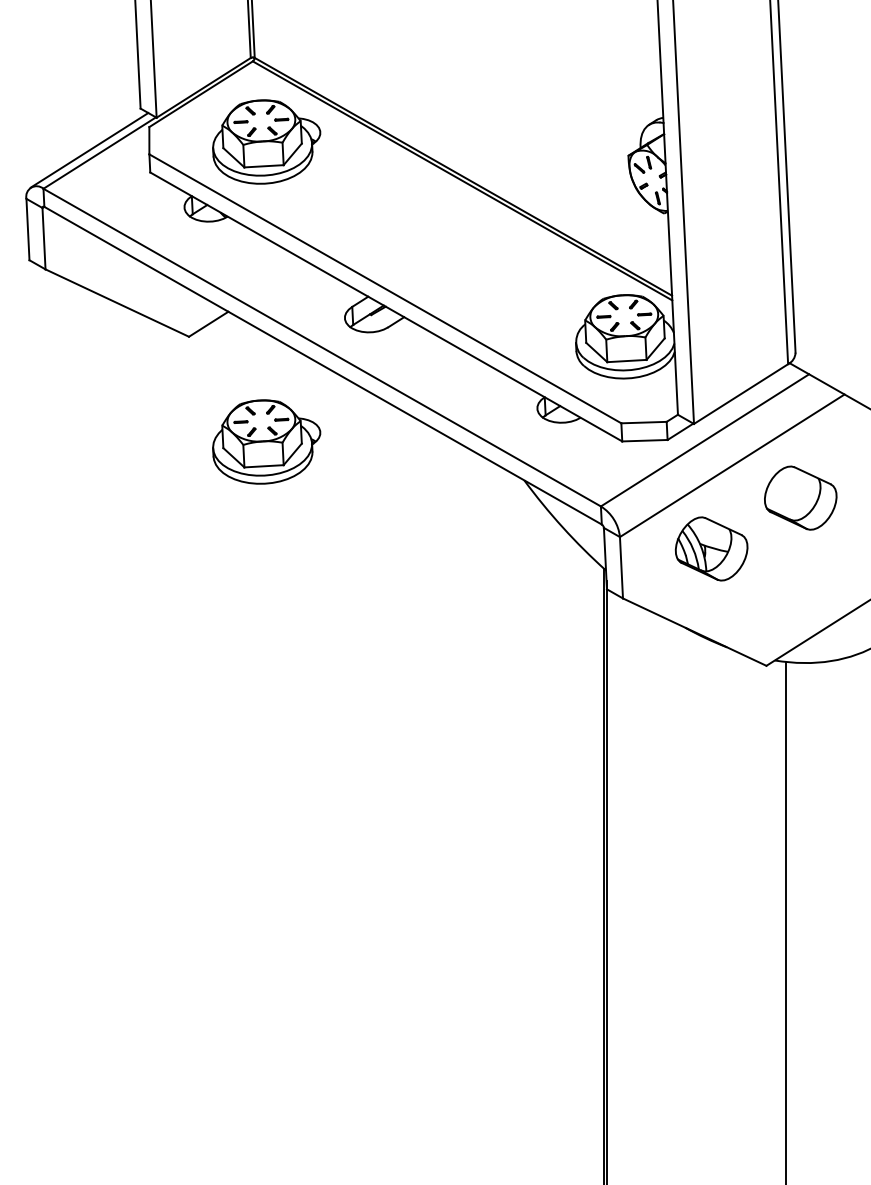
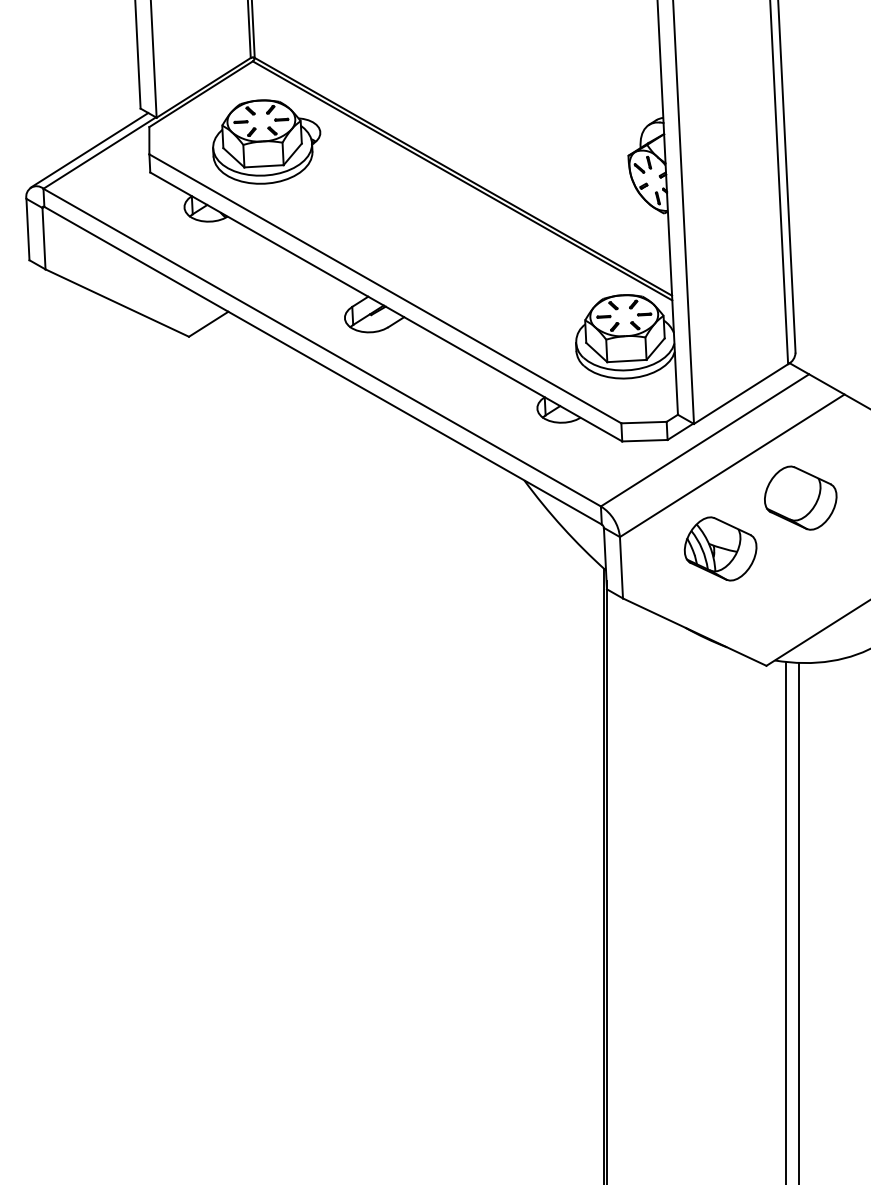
part at (266, 441): present -> none
part at (711, 548) position: (711, 548) -> (720, 548)
line at (799, 921): none -> present
